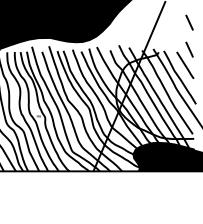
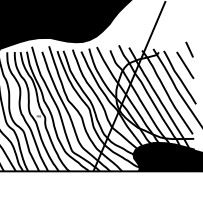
line at (189, 22): present -> none
